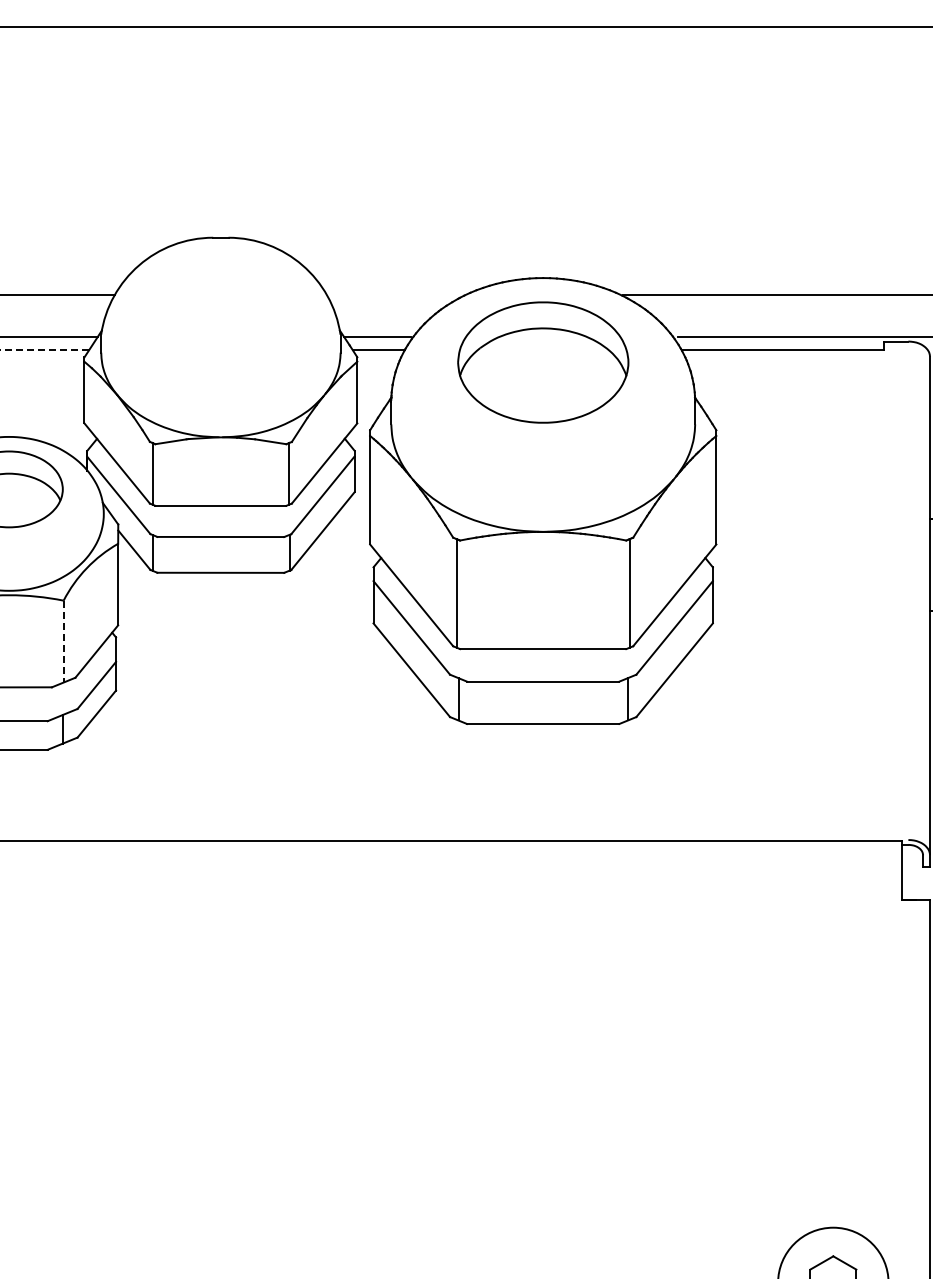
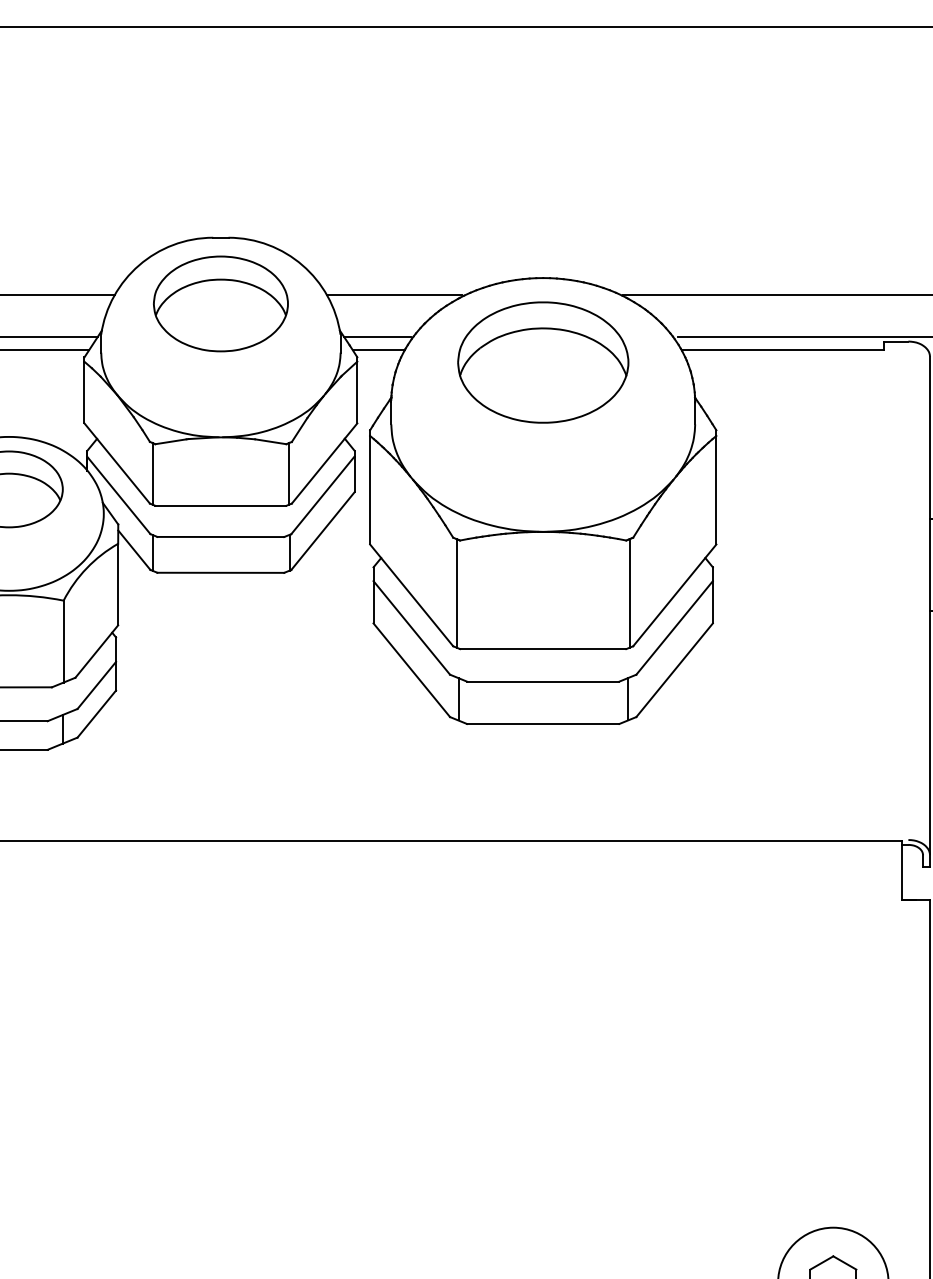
line at (394, 295): none -> present
part at (220, 303): none -> present
line at (44, 350): dashed -> solid
line at (63, 641): dashed -> solid
